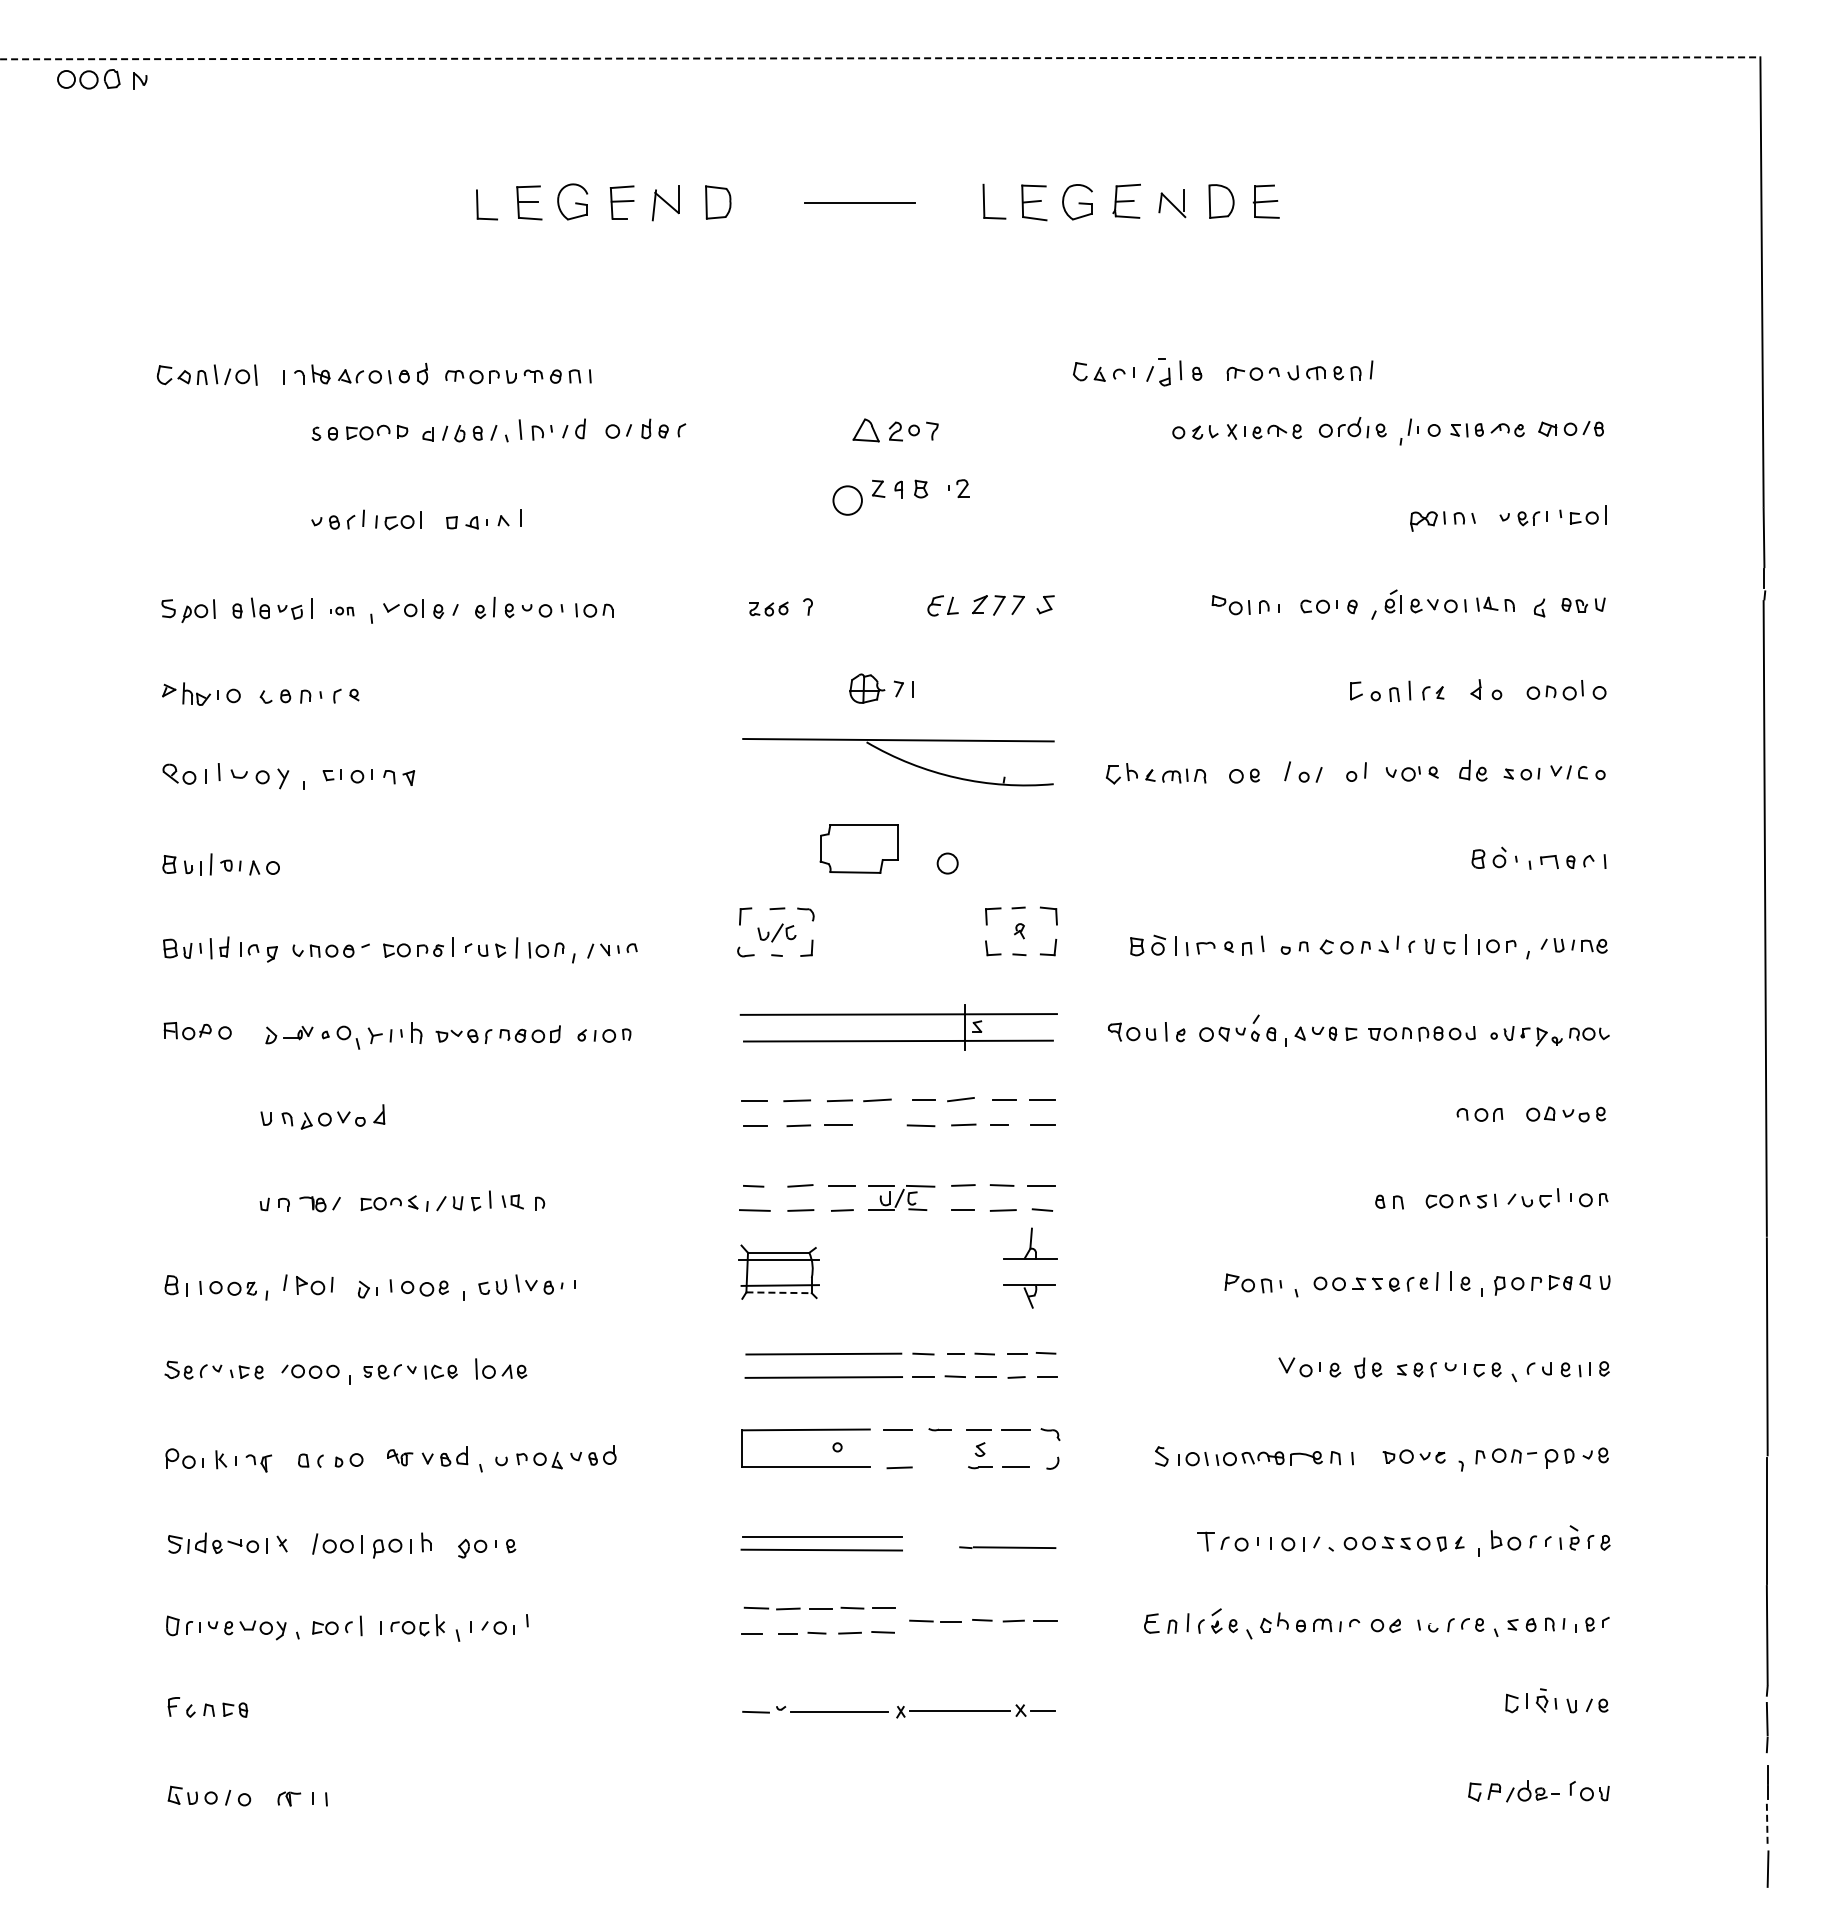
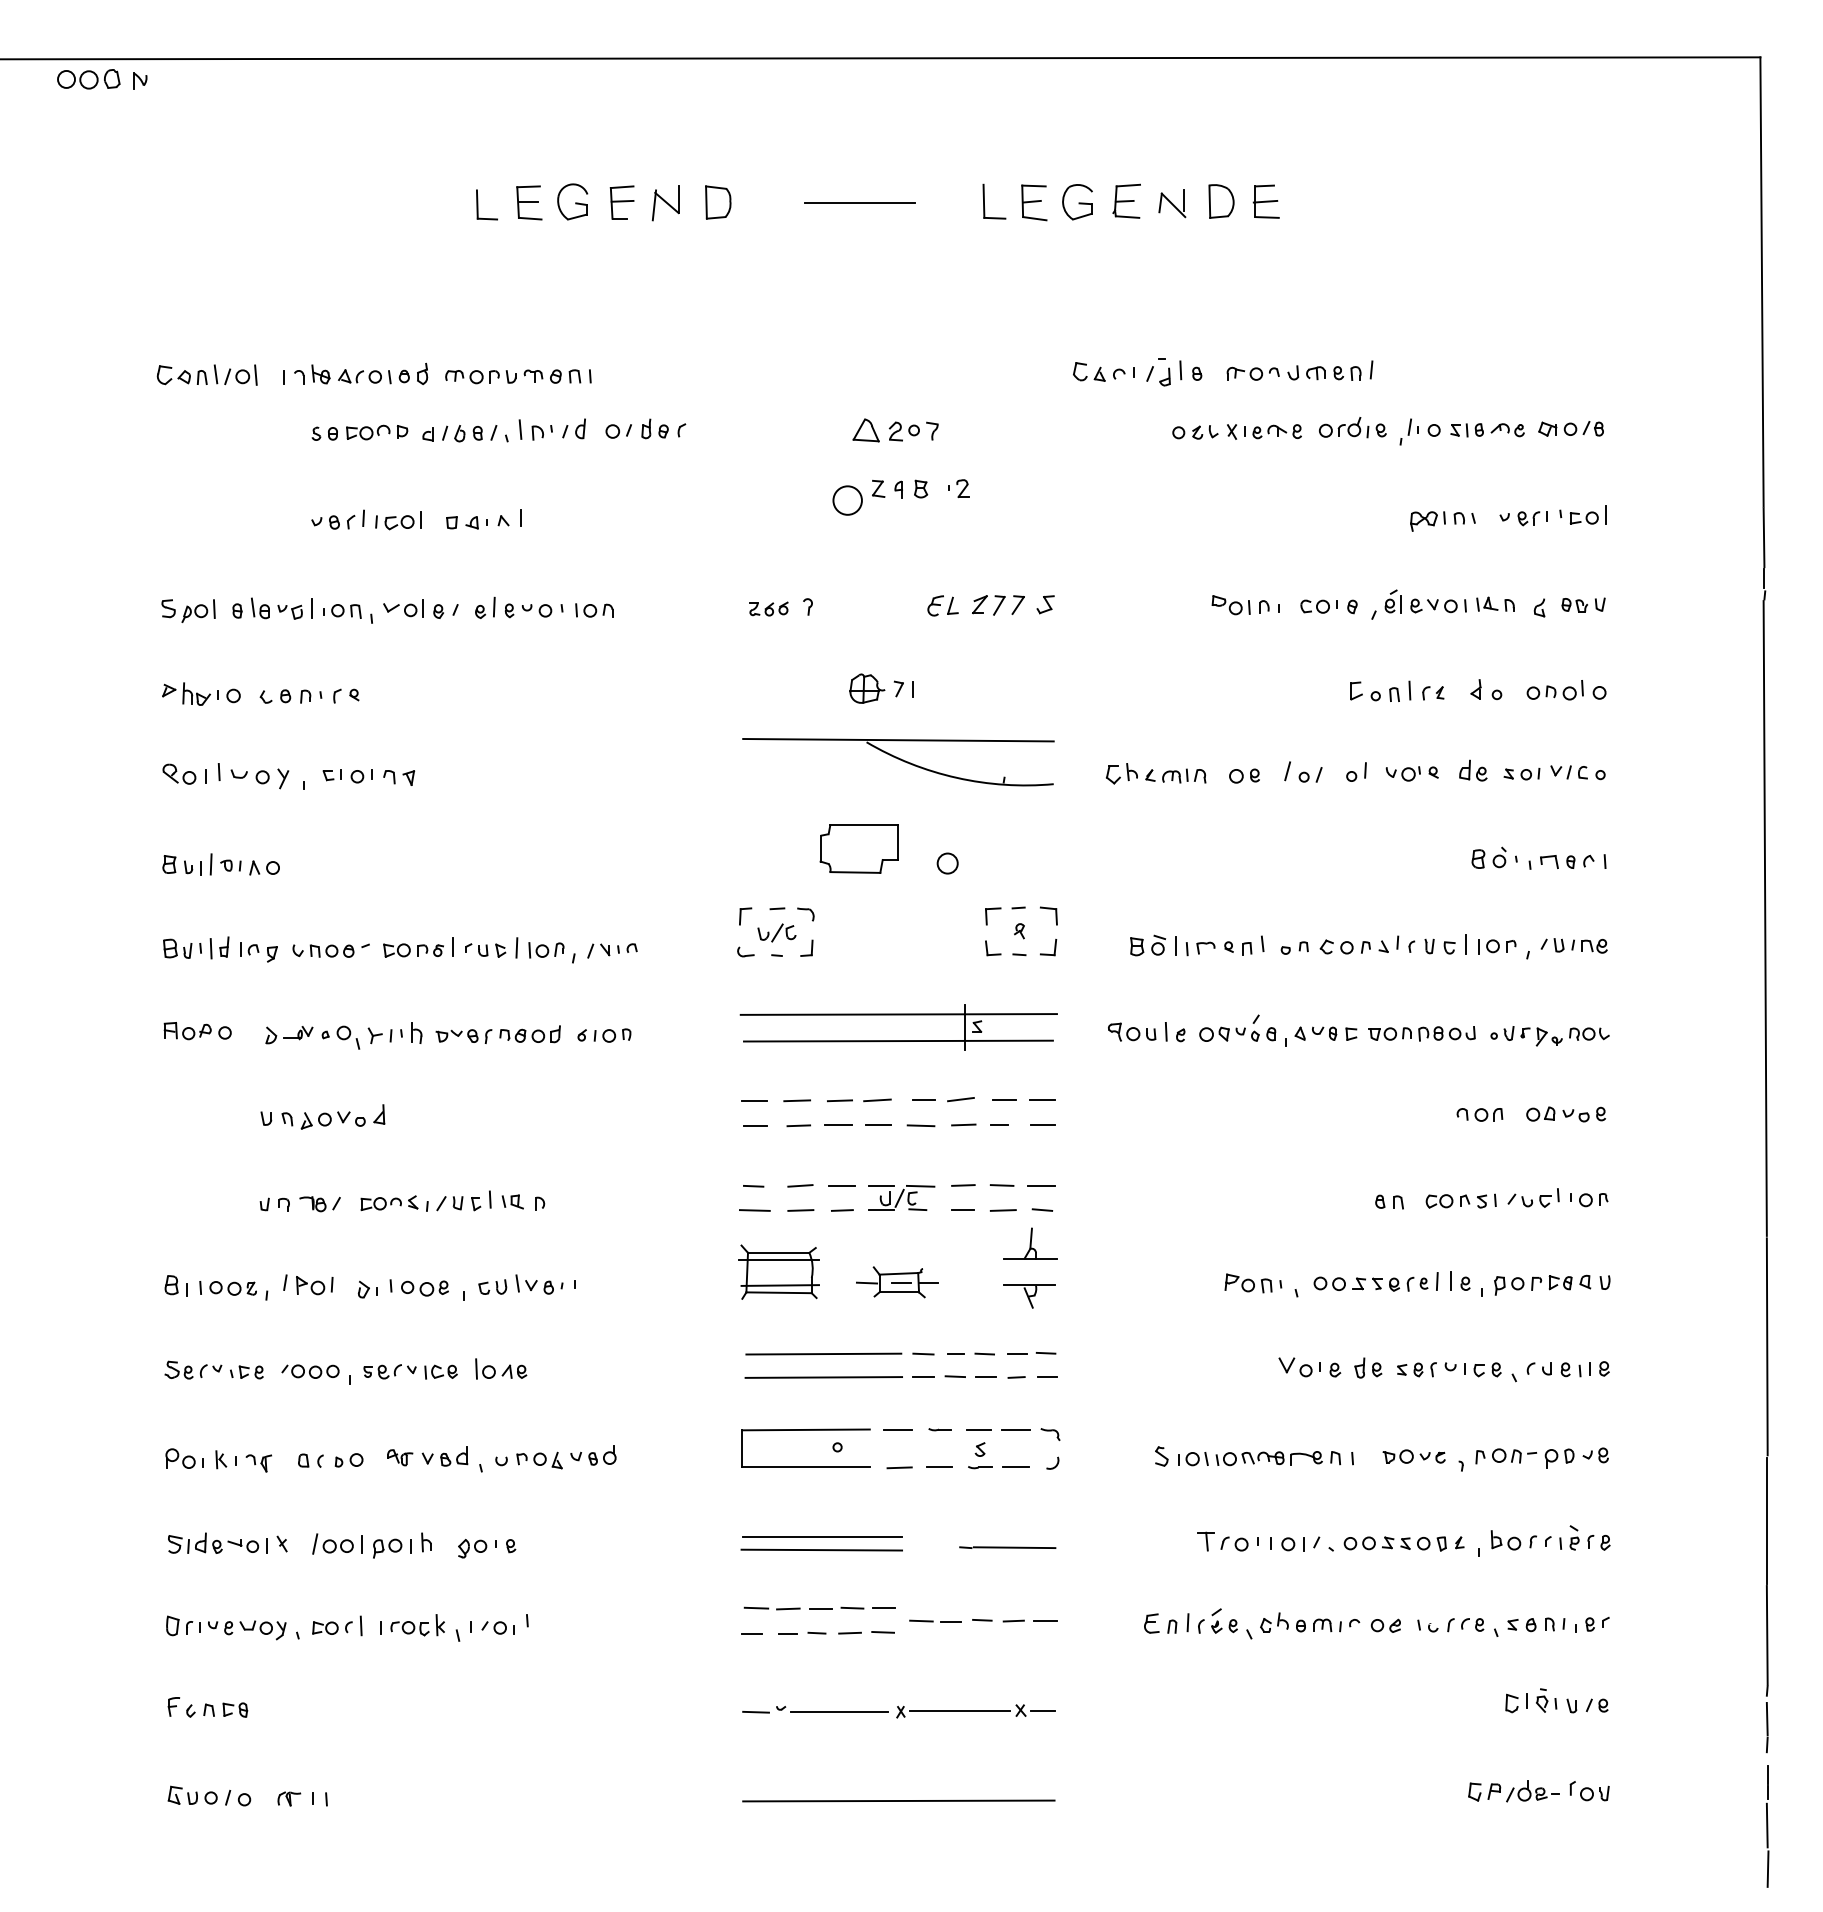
line at (880, 58): dashed -> solid
part at (342, 611) size: 25x11 px -> 39x15 px
line at (877, 1125): none -> present
part at (897, 1282): none -> present
line at (779, 1292): dashed -> solid
line at (939, 1467): none -> present
line at (898, 1800): none -> present
line at (1767, 1825): dashed -> solid
